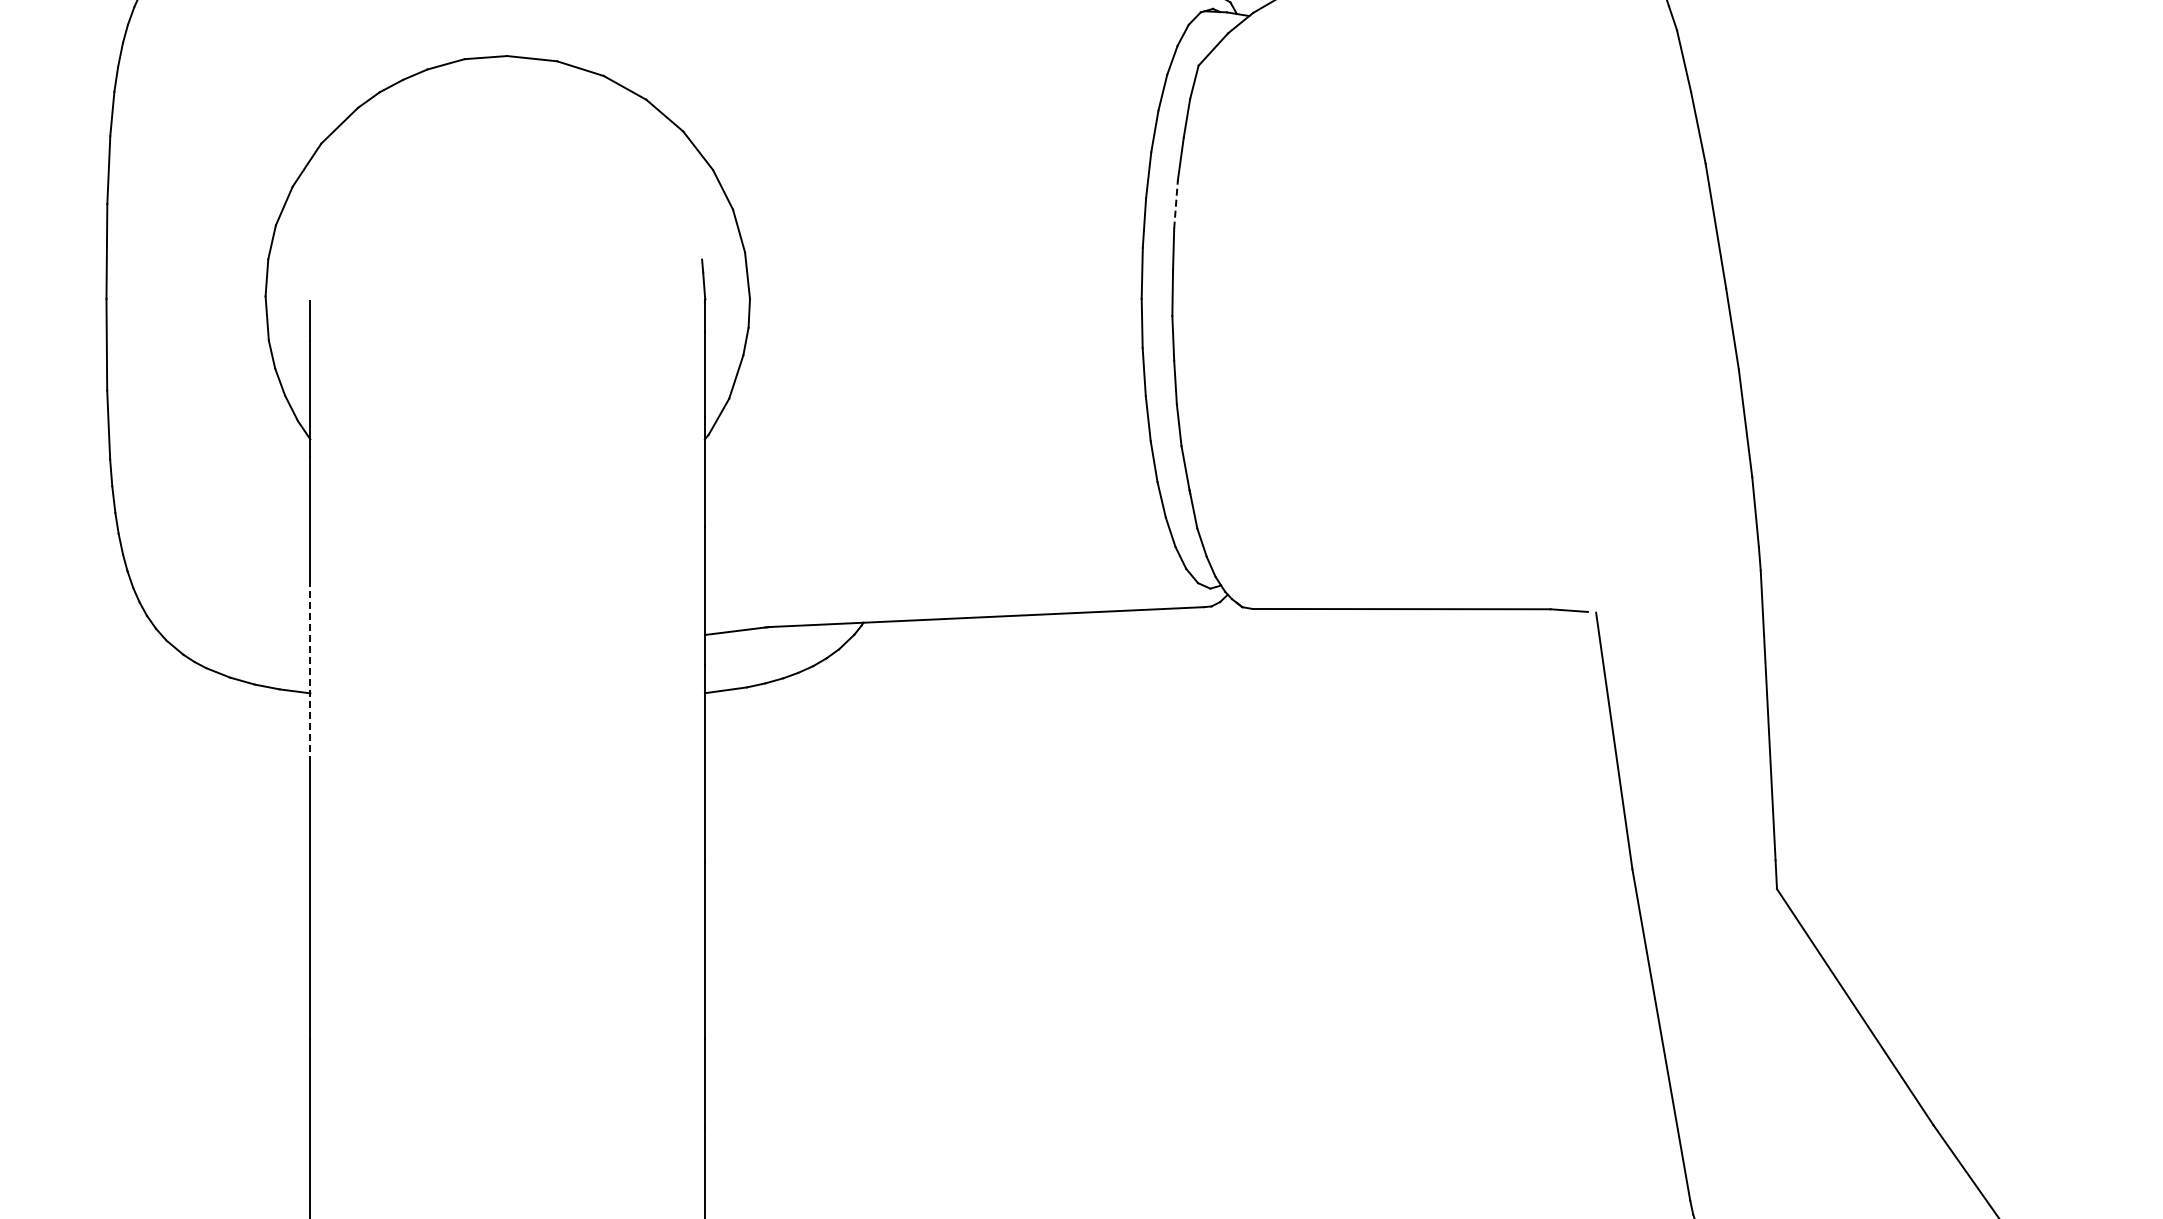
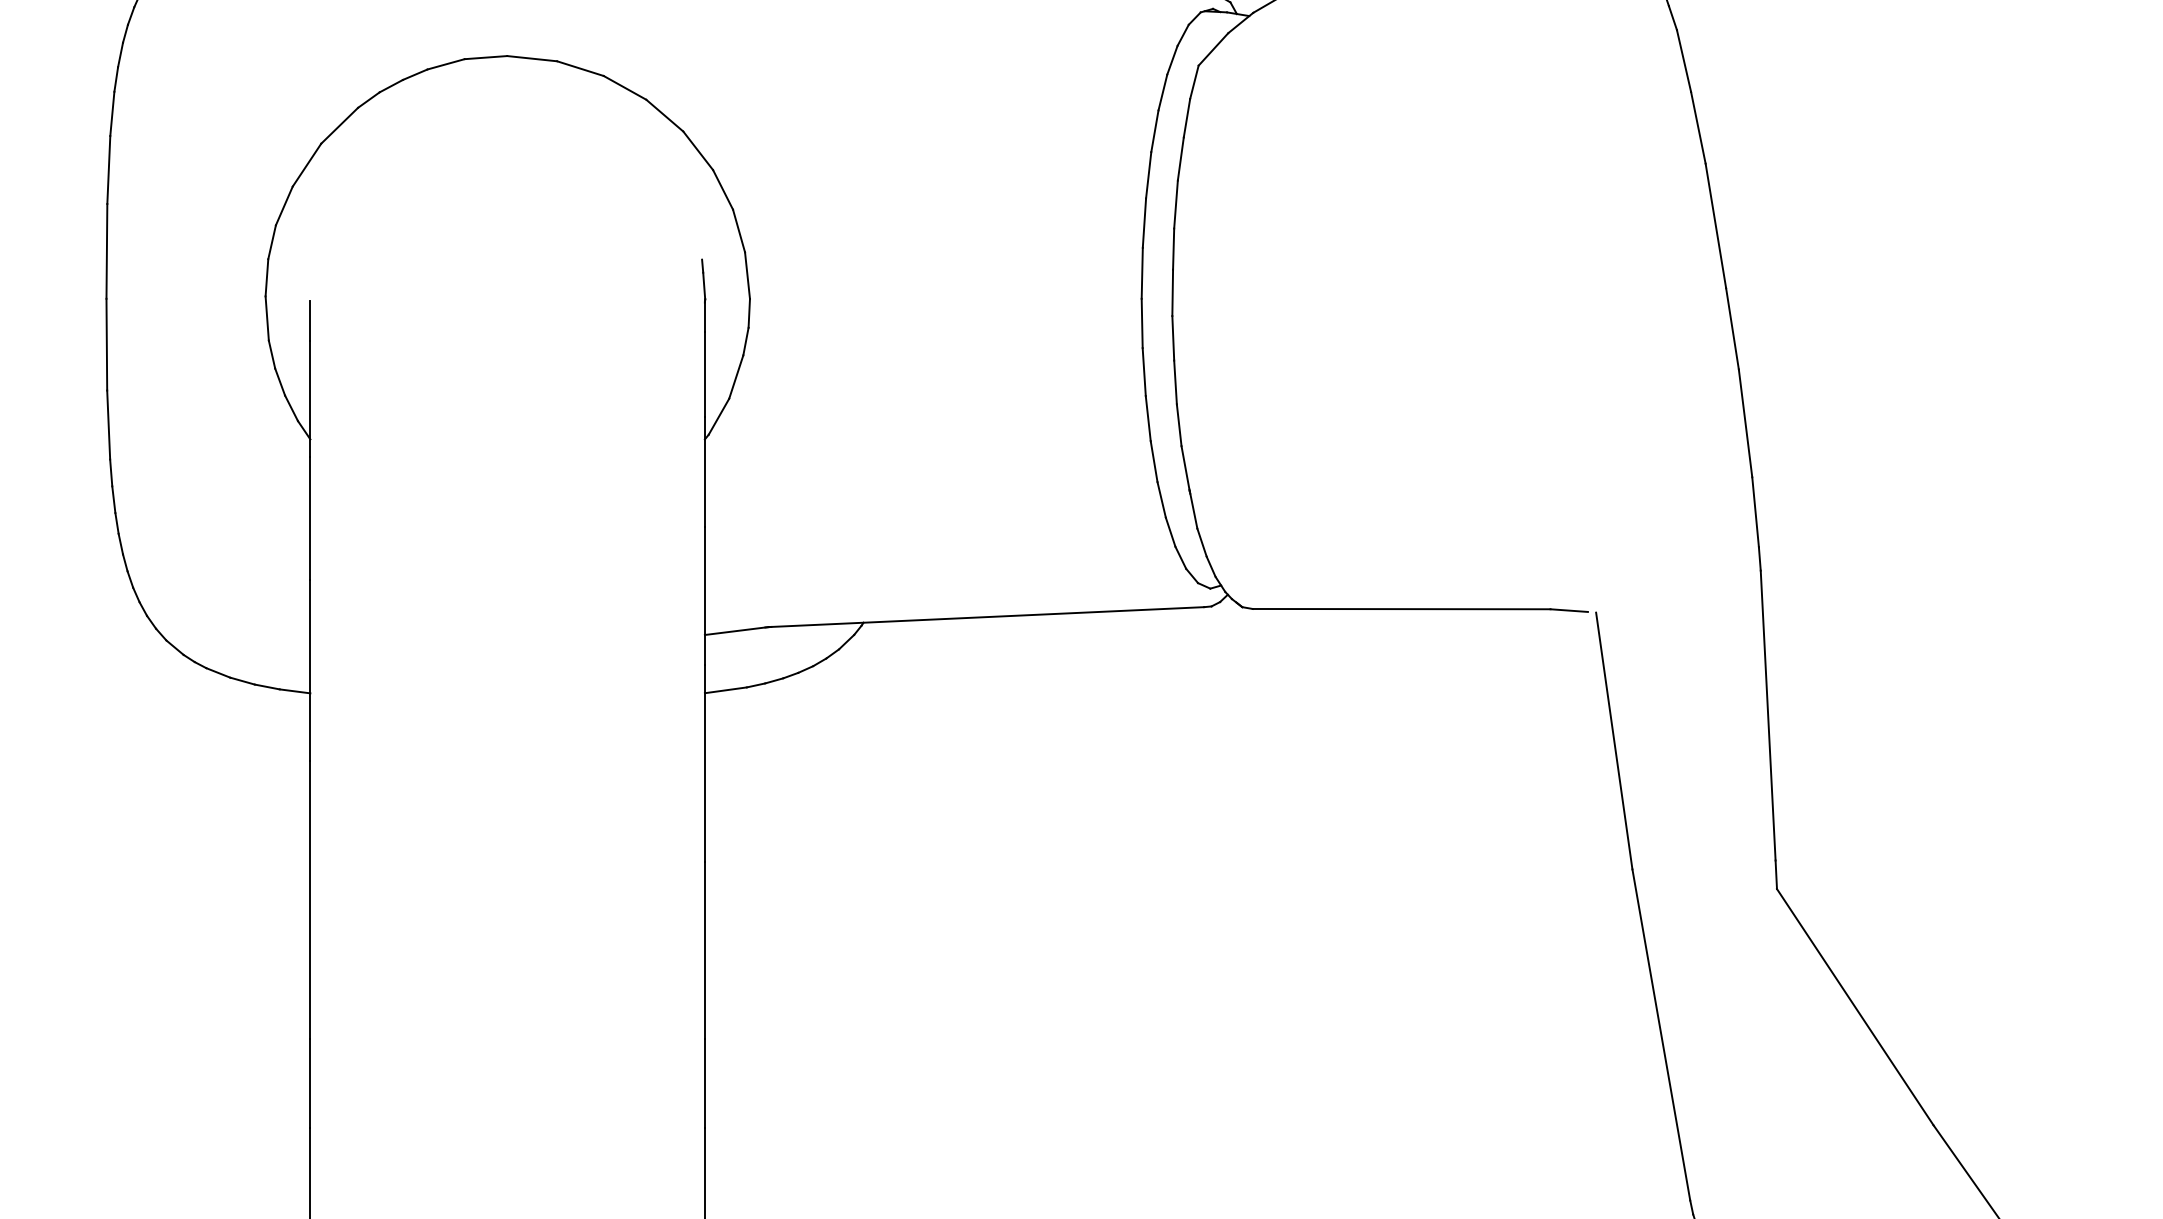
line at (1176, 204): dashed -> solid
line at (310, 670): dashed -> solid
